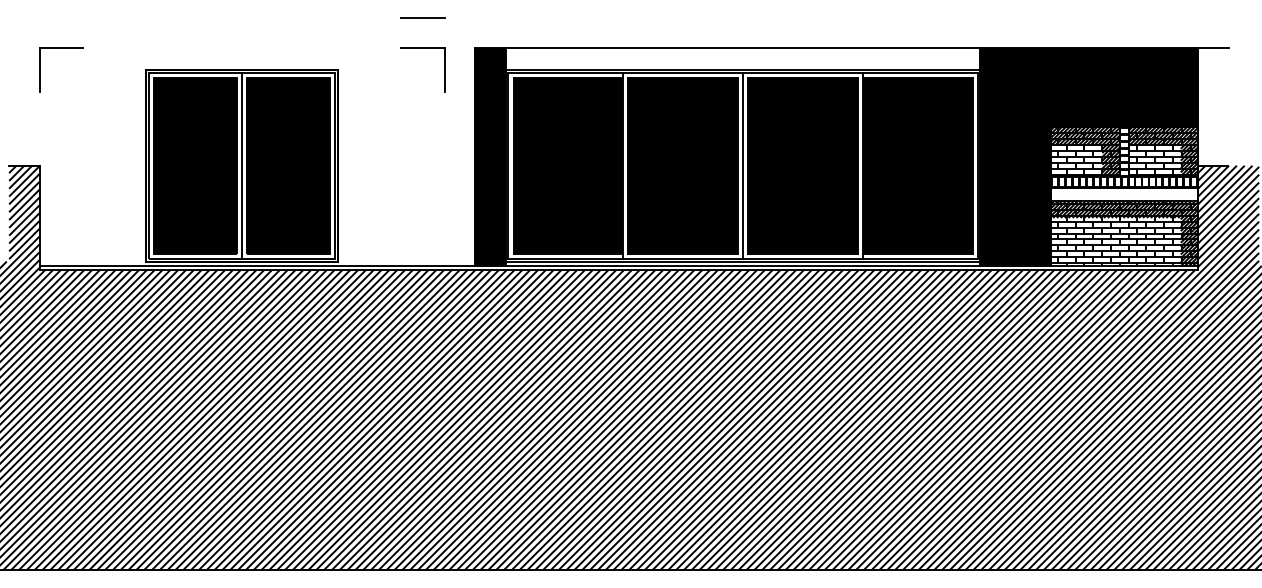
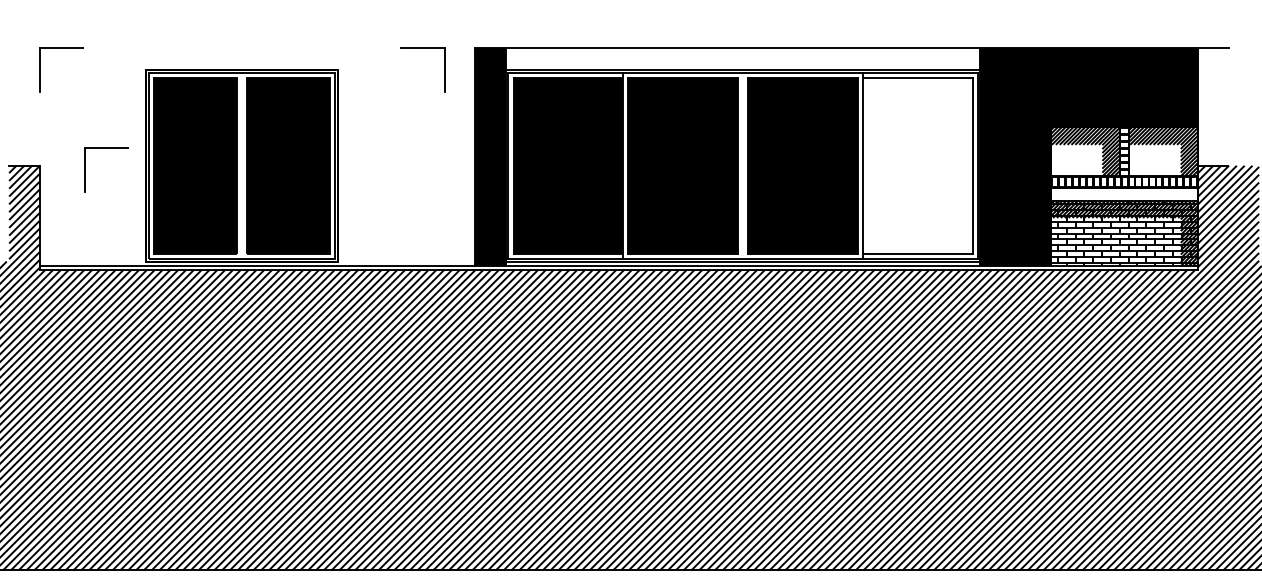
line at (422, 17): present -> none
part at (106, 148): none -> present
hatch at (1084, 151): present -> none
hatch at (1163, 151): present -> none
line at (242, 165): present -> none
line at (743, 165): present -> none
fill at (917, 165): present -> none
